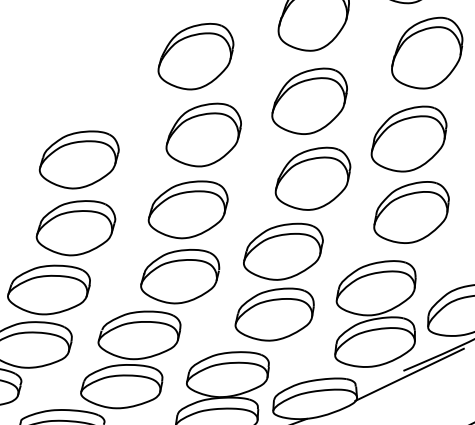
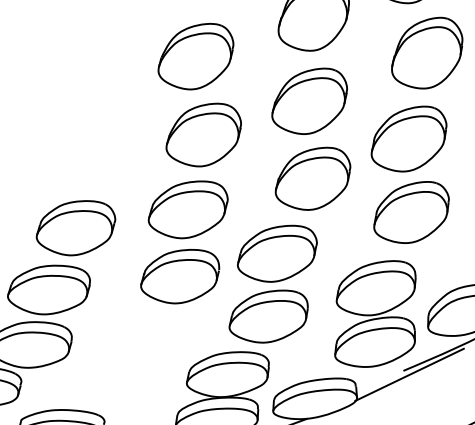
part at (78, 159): present -> none
part at (278, 281) position: (278, 281) -> (272, 283)
part at (130, 359): present -> none
